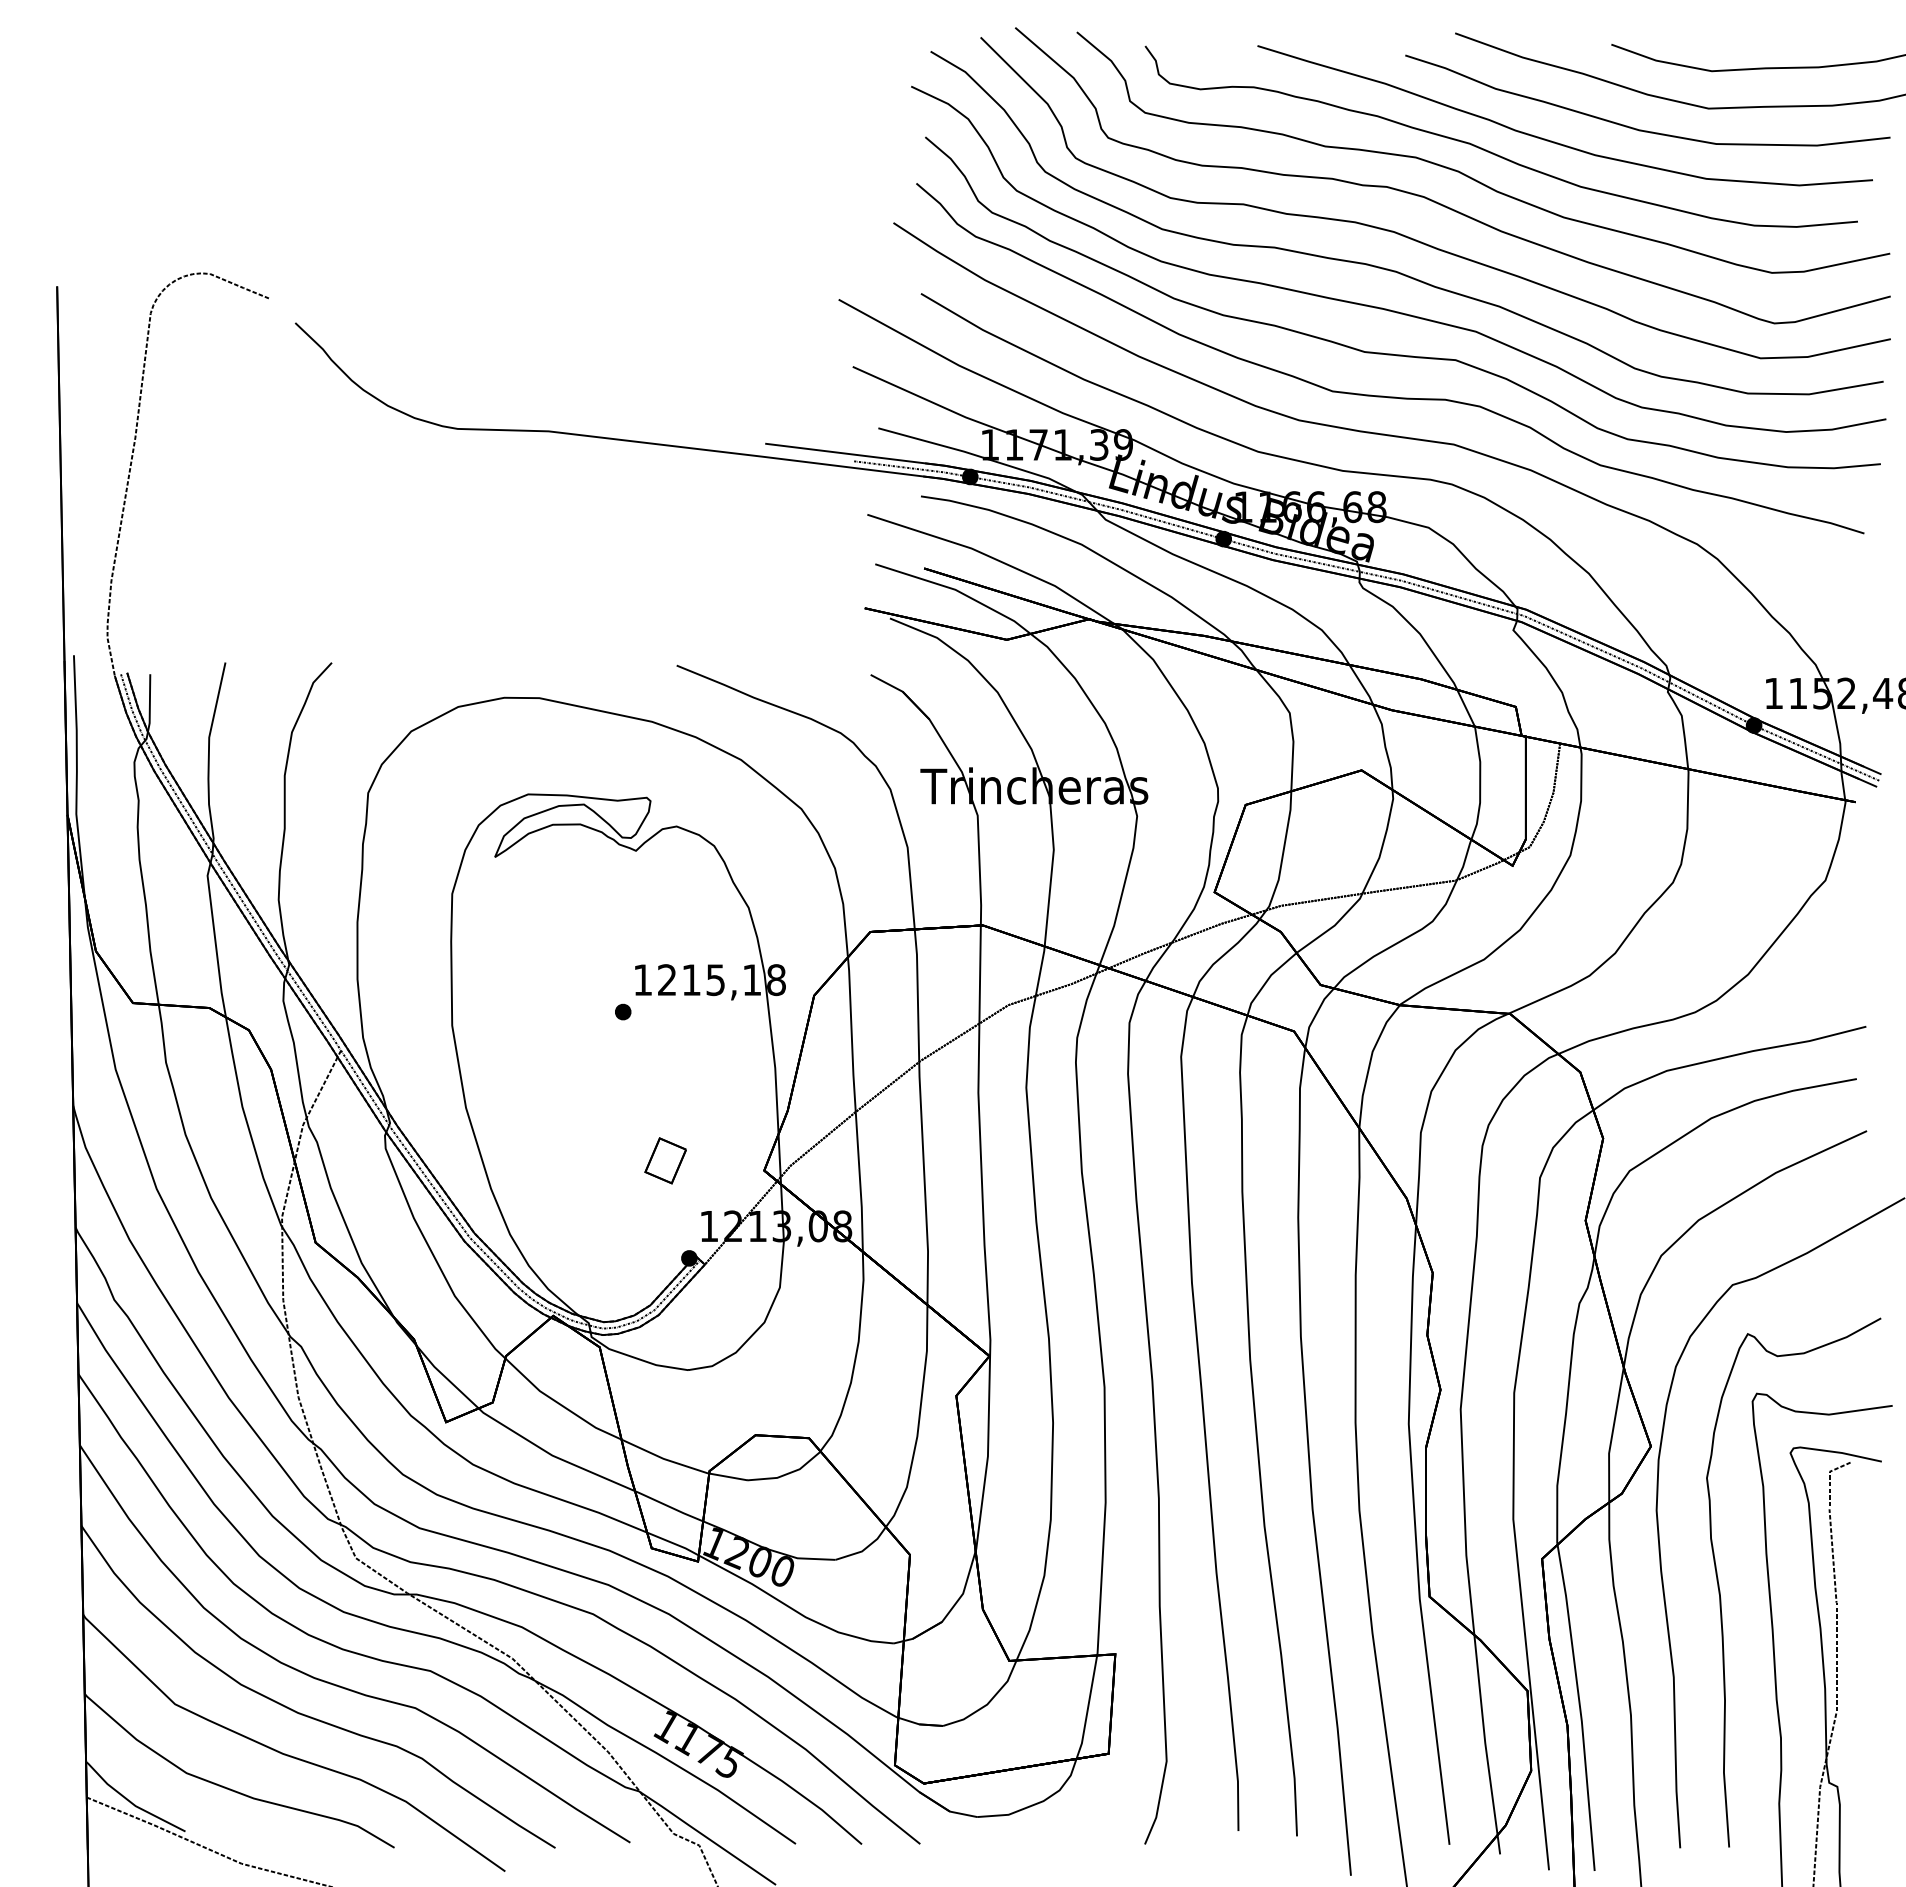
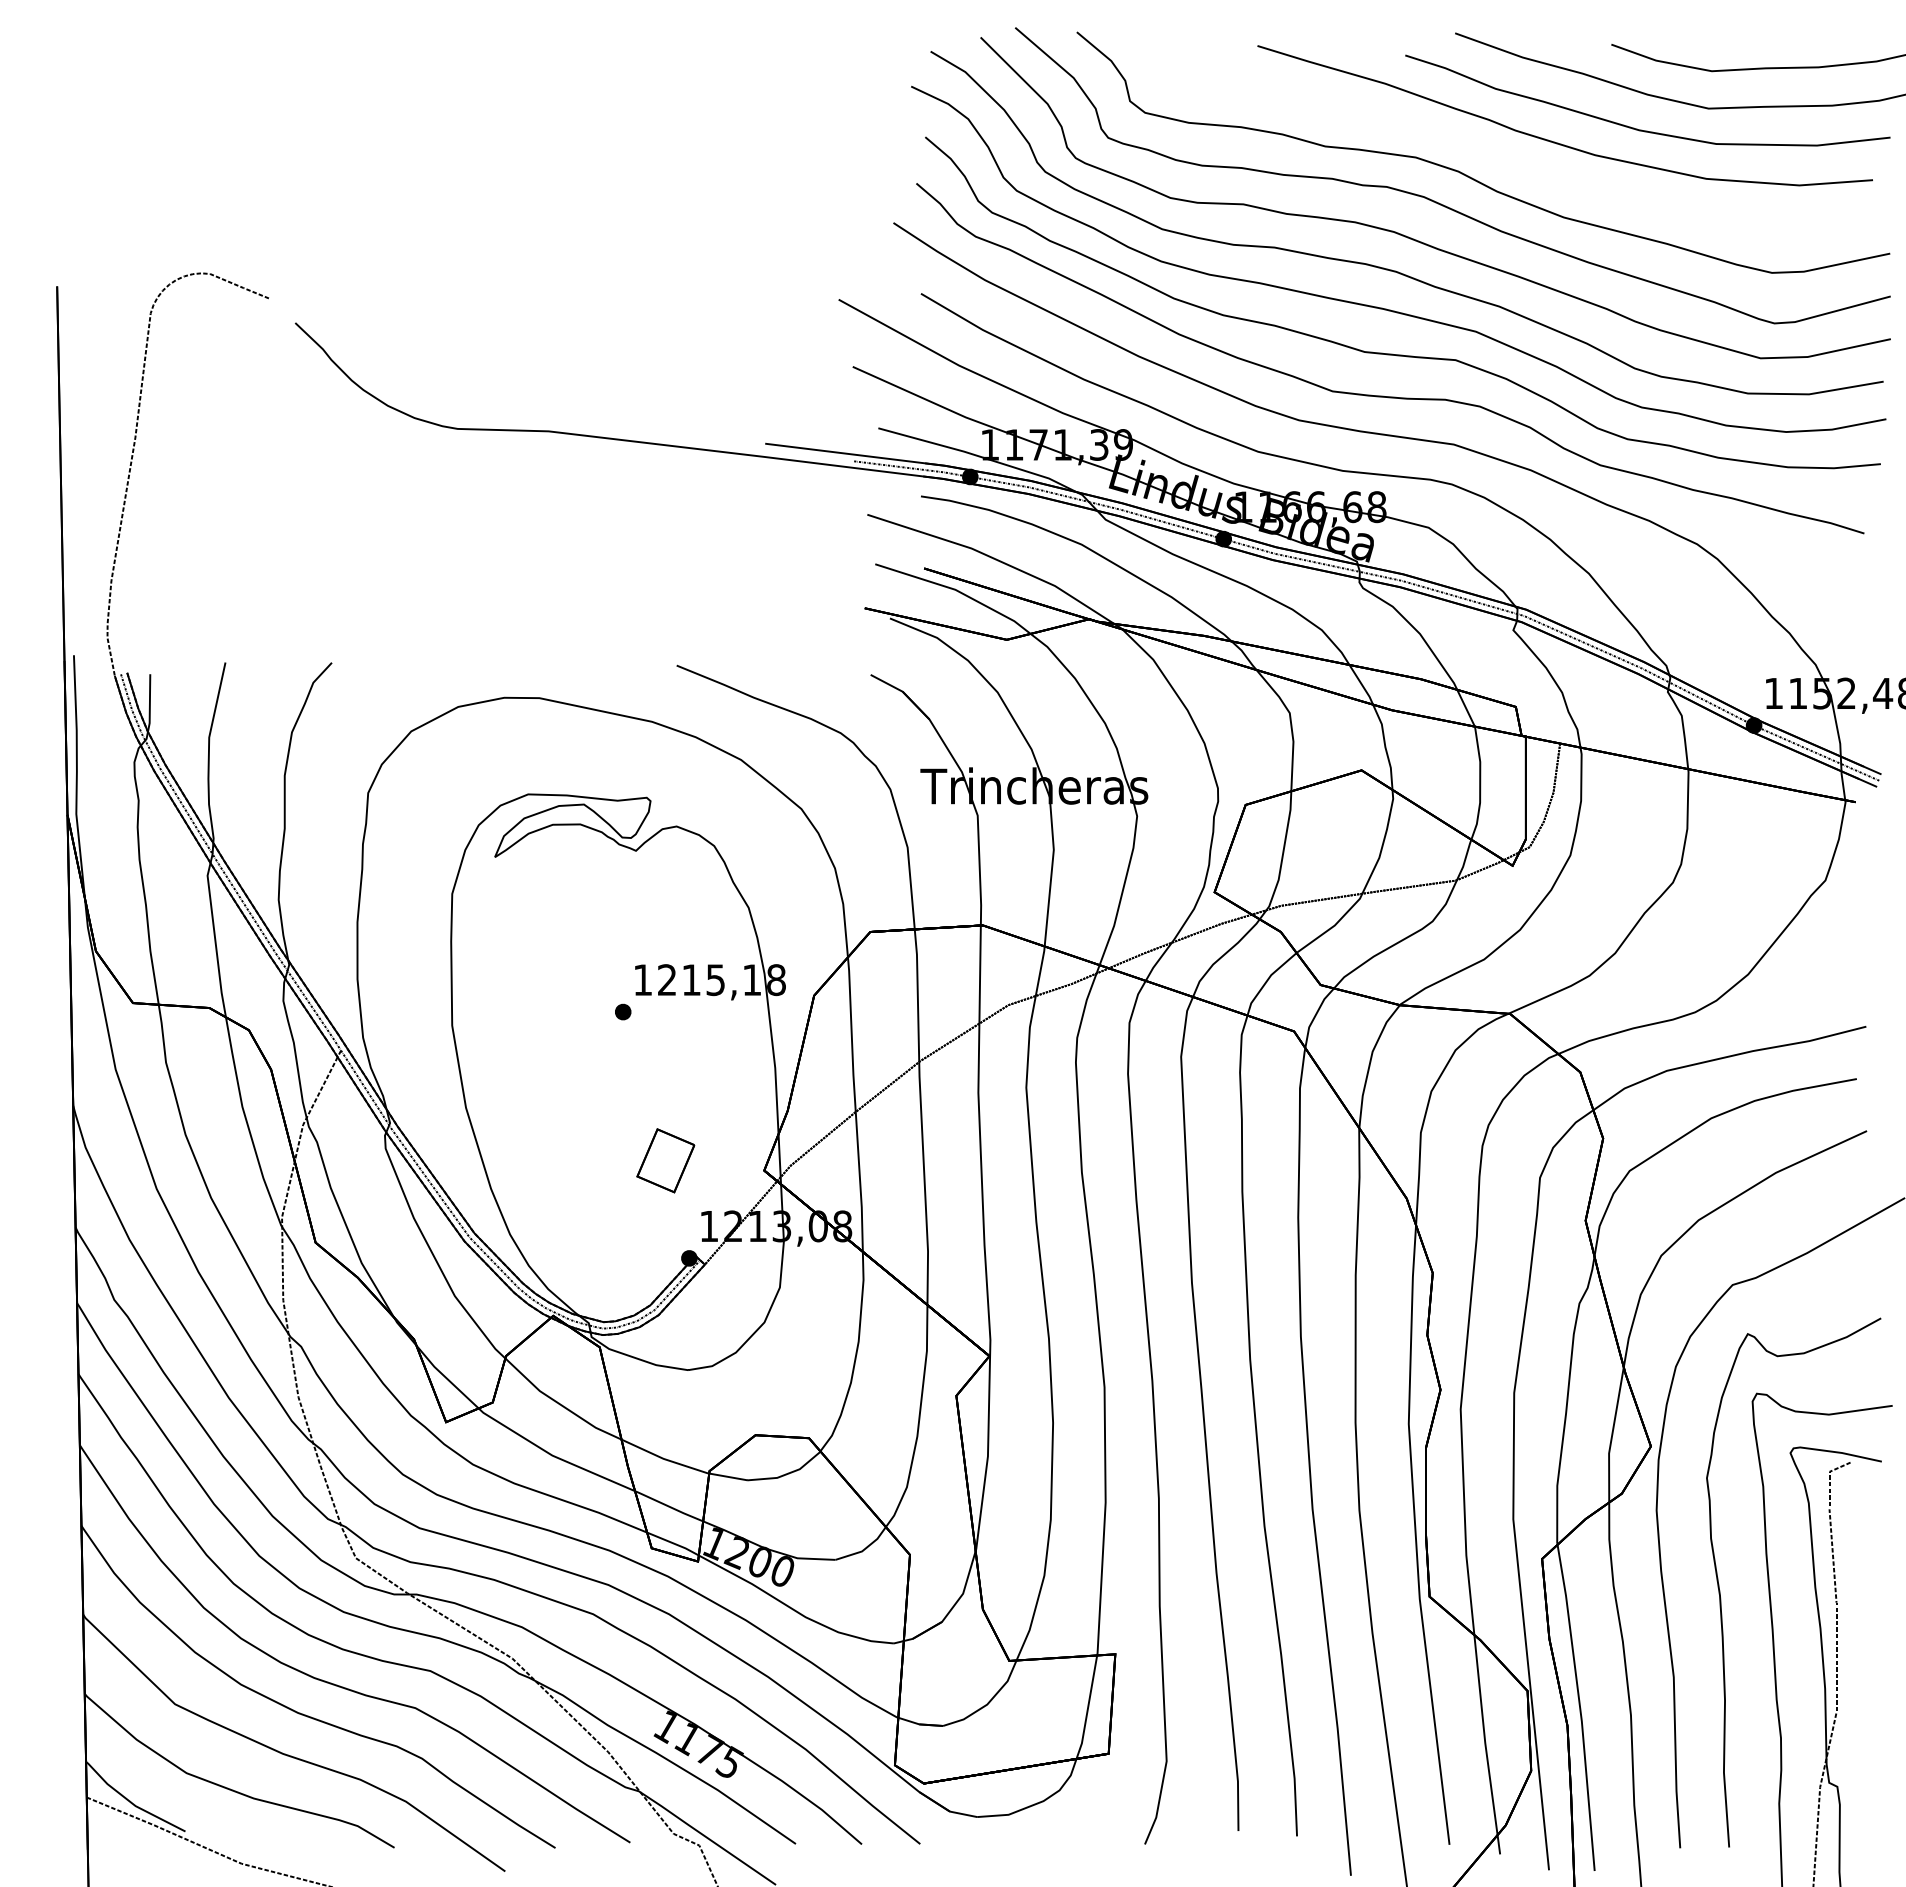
part at (1493, 152): present -> none
part at (665, 1160) size: 43x48 px -> 60x66 px
